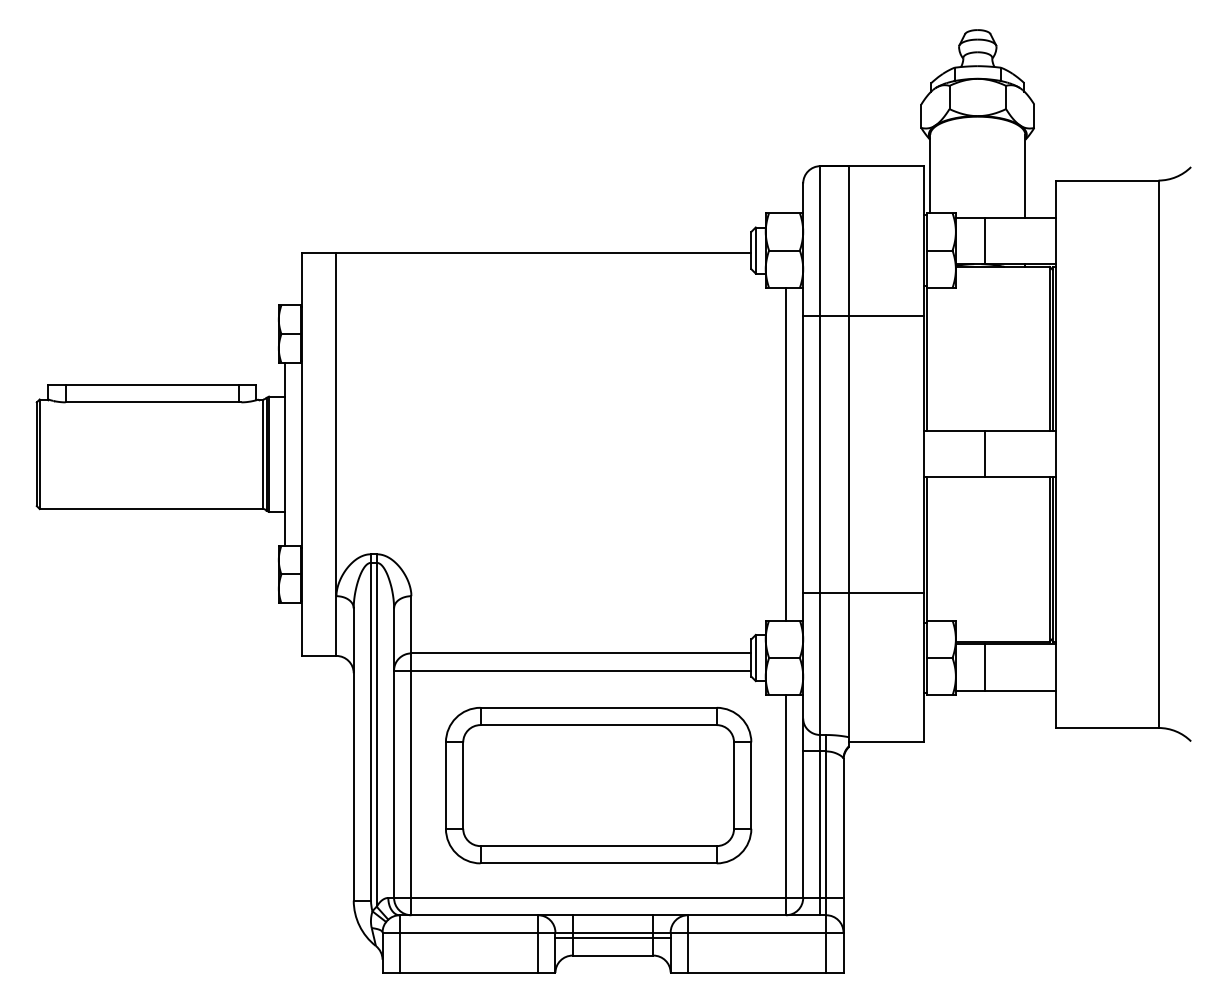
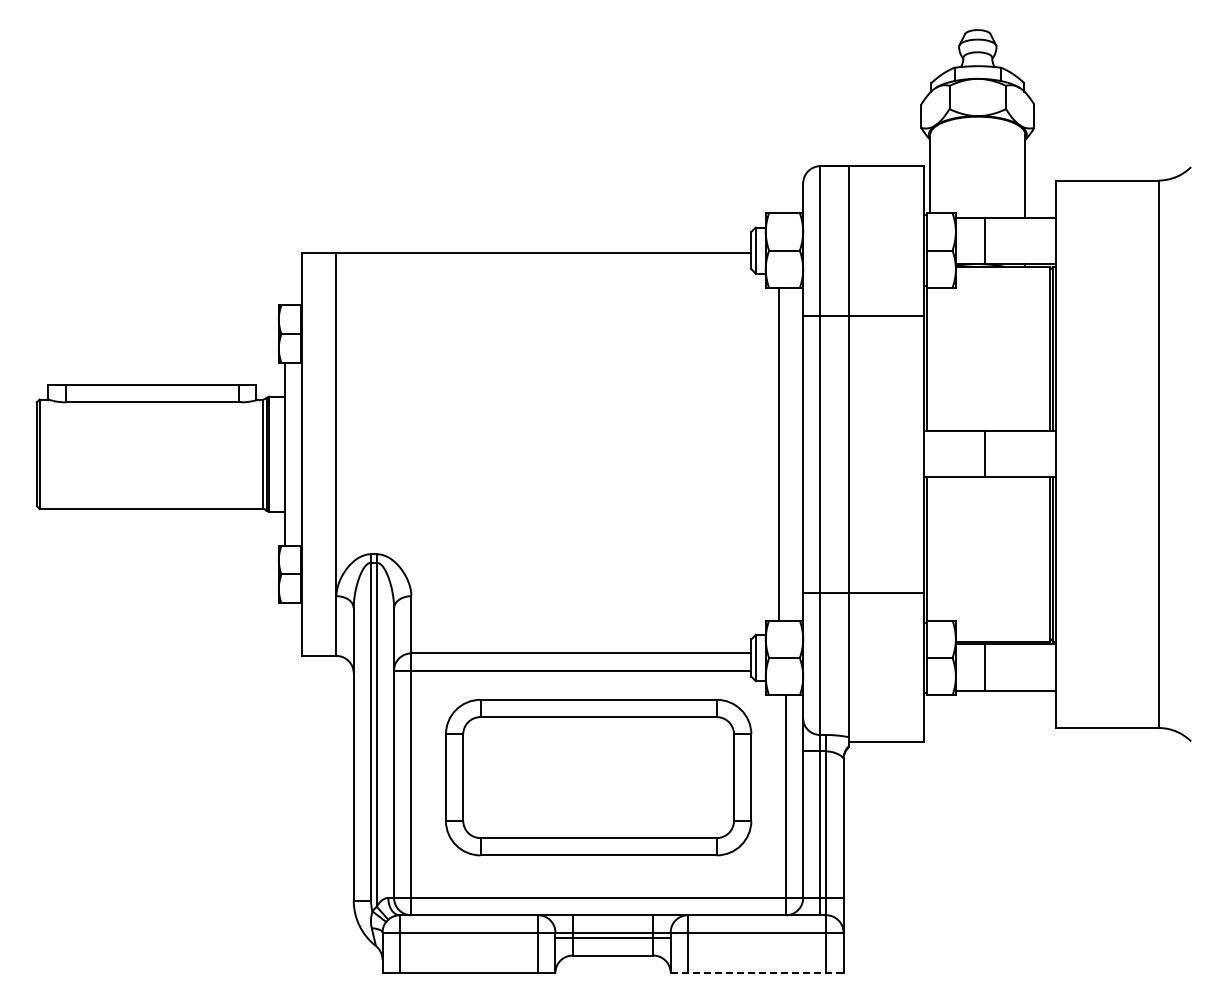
line at (785, 454) position: (785, 454) -> (778, 454)
part at (598, 785) position: (598, 785) -> (598, 777)
line at (757, 972): solid -> dashed
